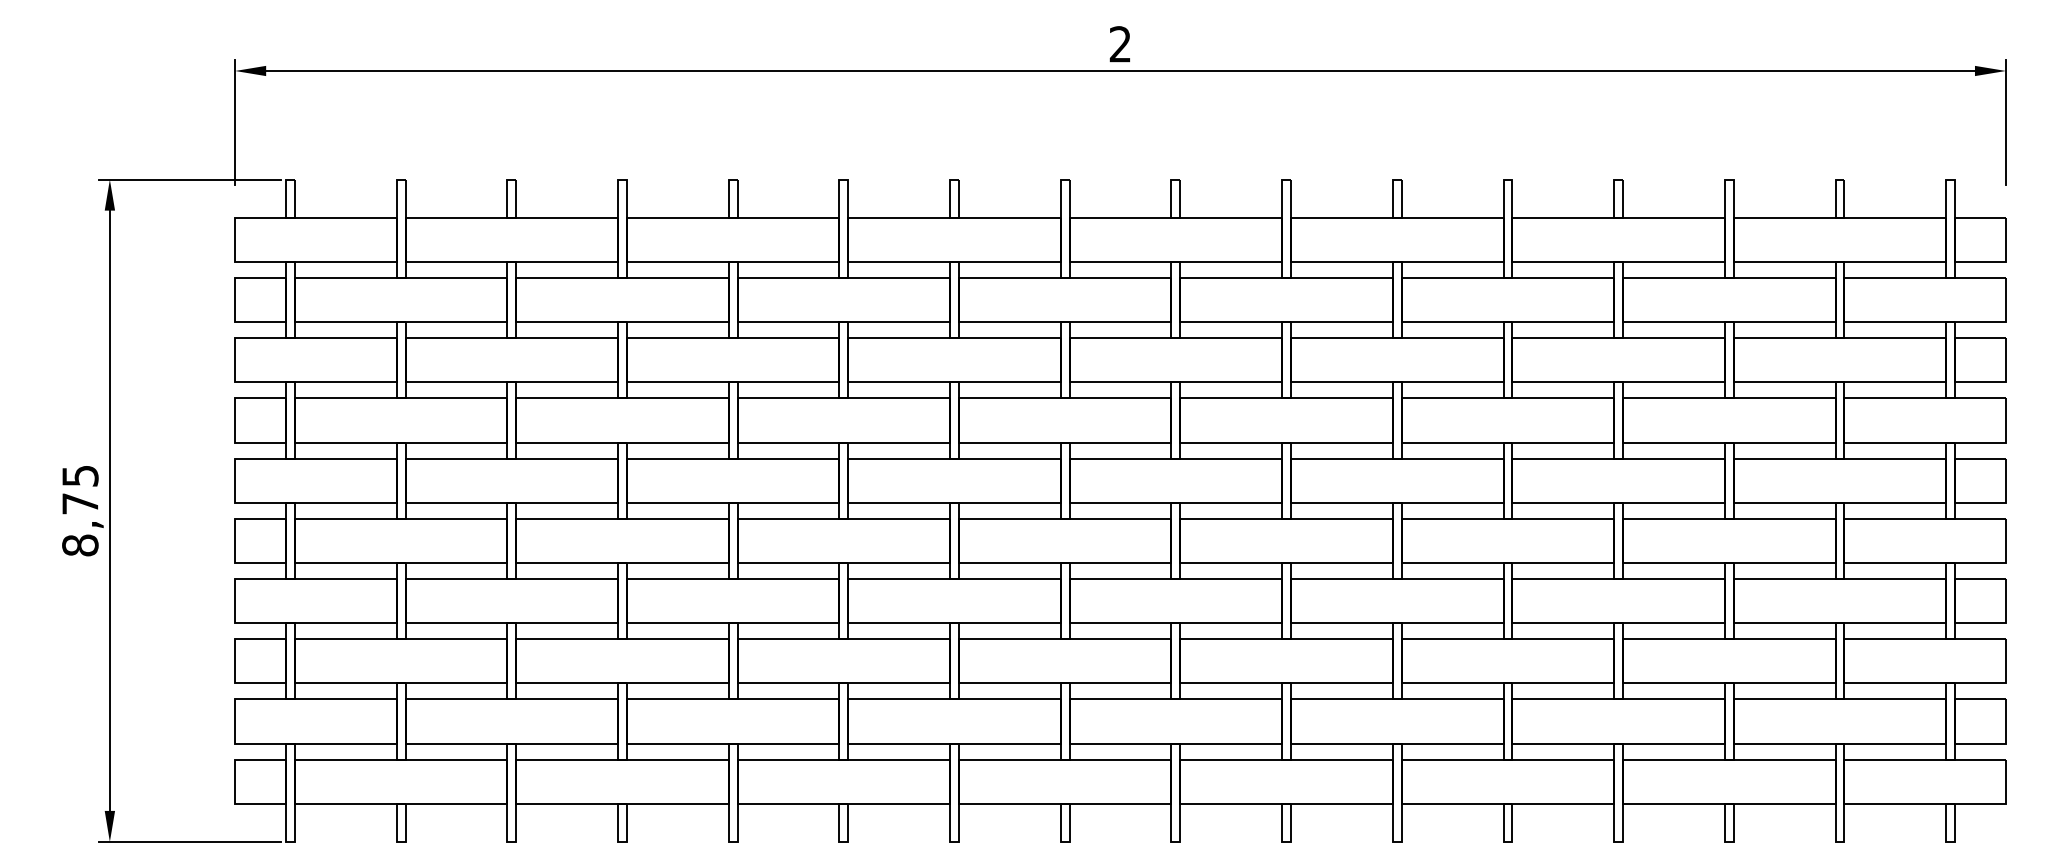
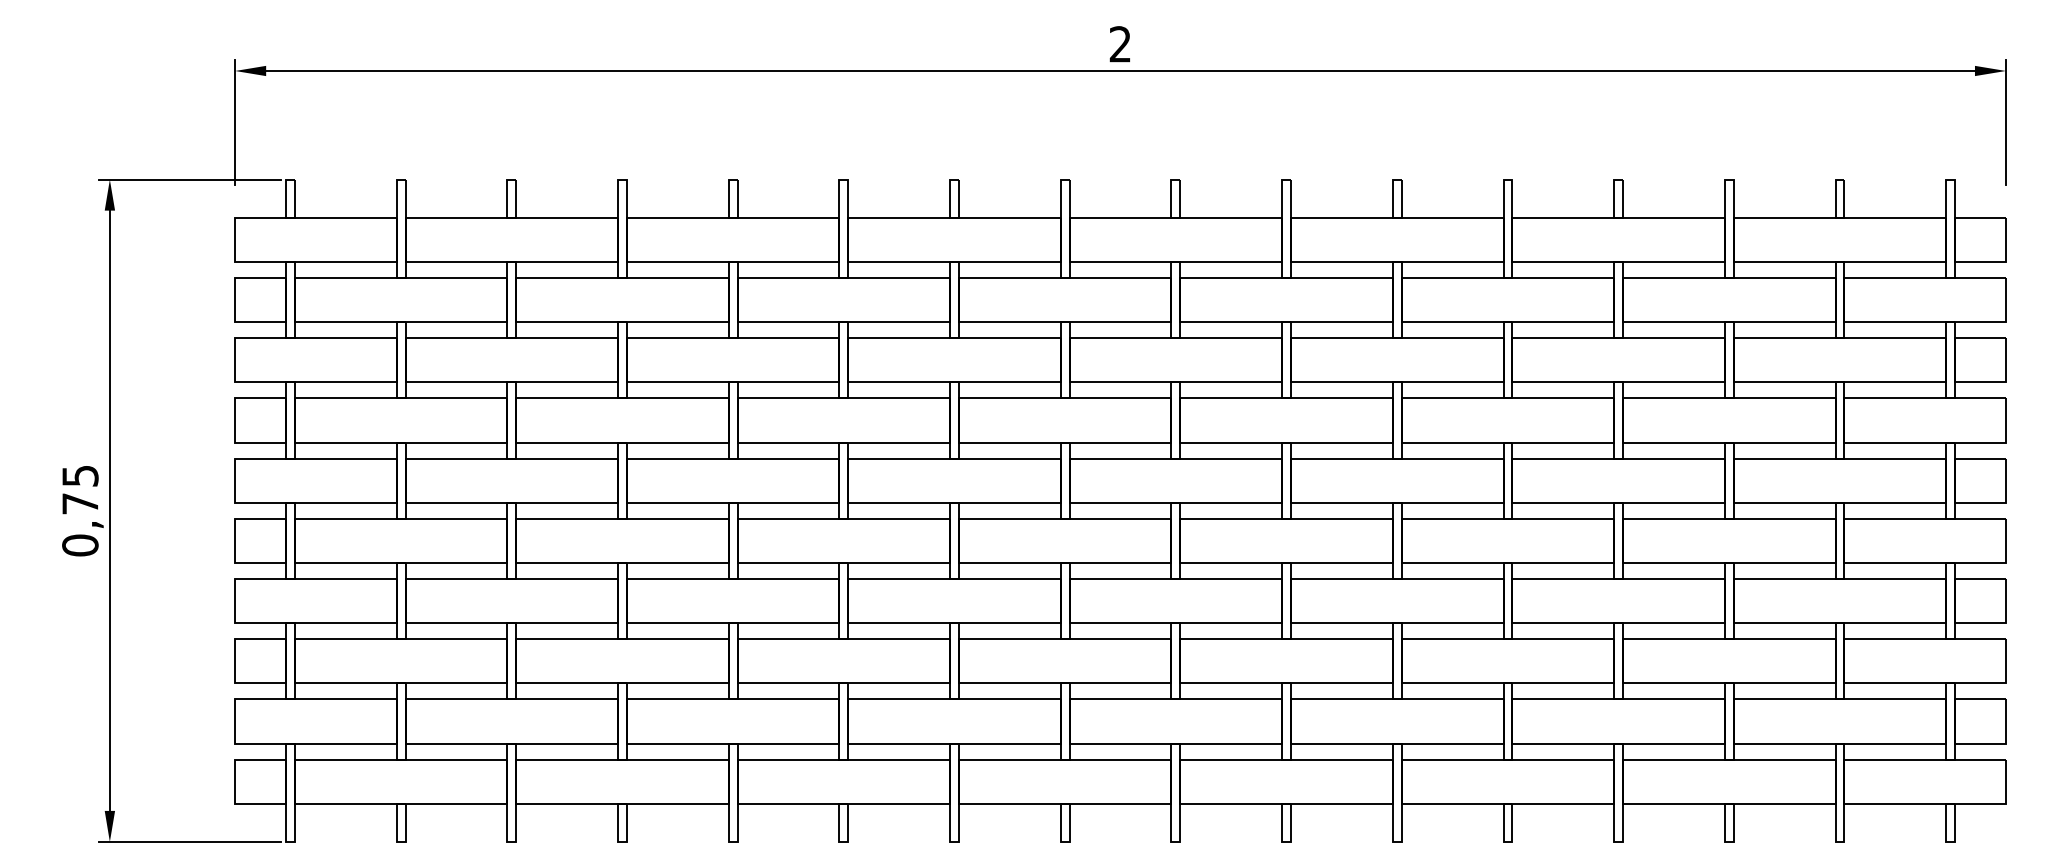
text at (80, 545): 8,75 -> 0,75
